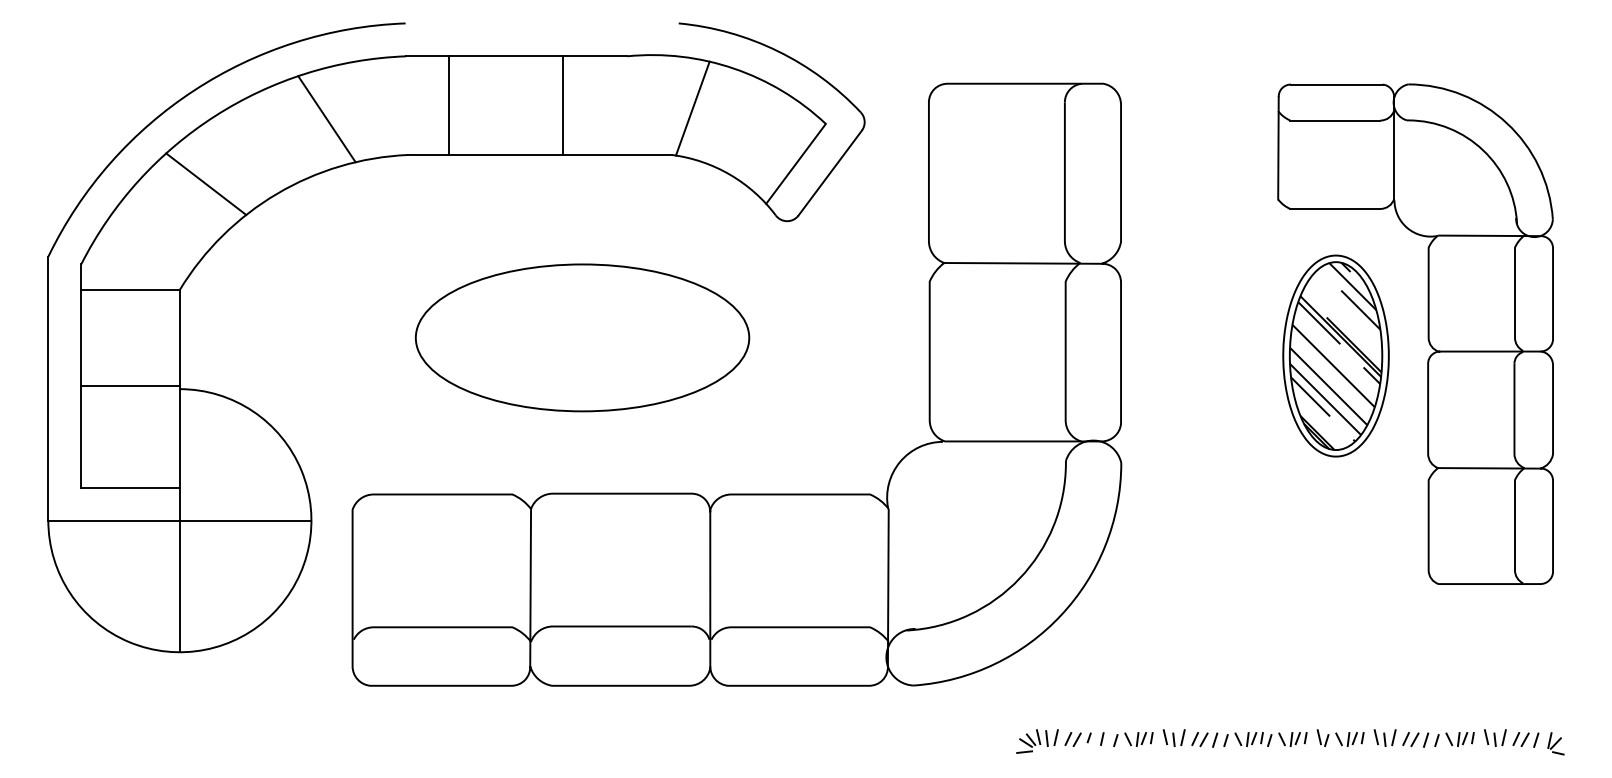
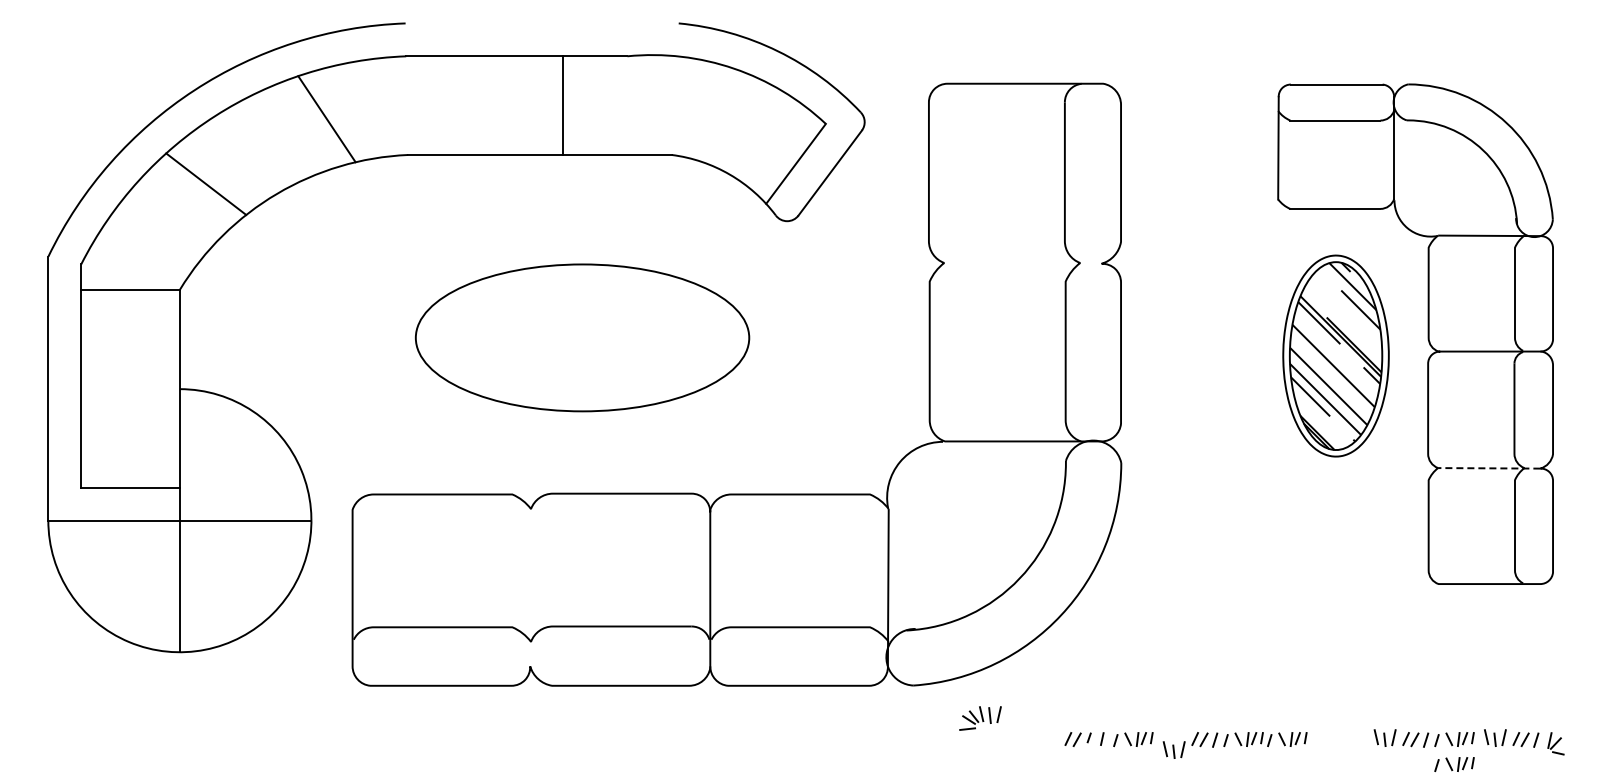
line at (449, 105): present -> none
line at (692, 108): present -> none
line at (1022, 263): present -> none
line at (130, 386): present -> none
line at (1488, 468): solid -> dashed
line at (530, 587): present -> none
part at (1173, 737) position: (1173, 737) -> (1173, 749)
part at (1340, 737): present -> none
part at (1037, 741) position: (1037, 741) -> (980, 718)
part at (1454, 764): none -> present
